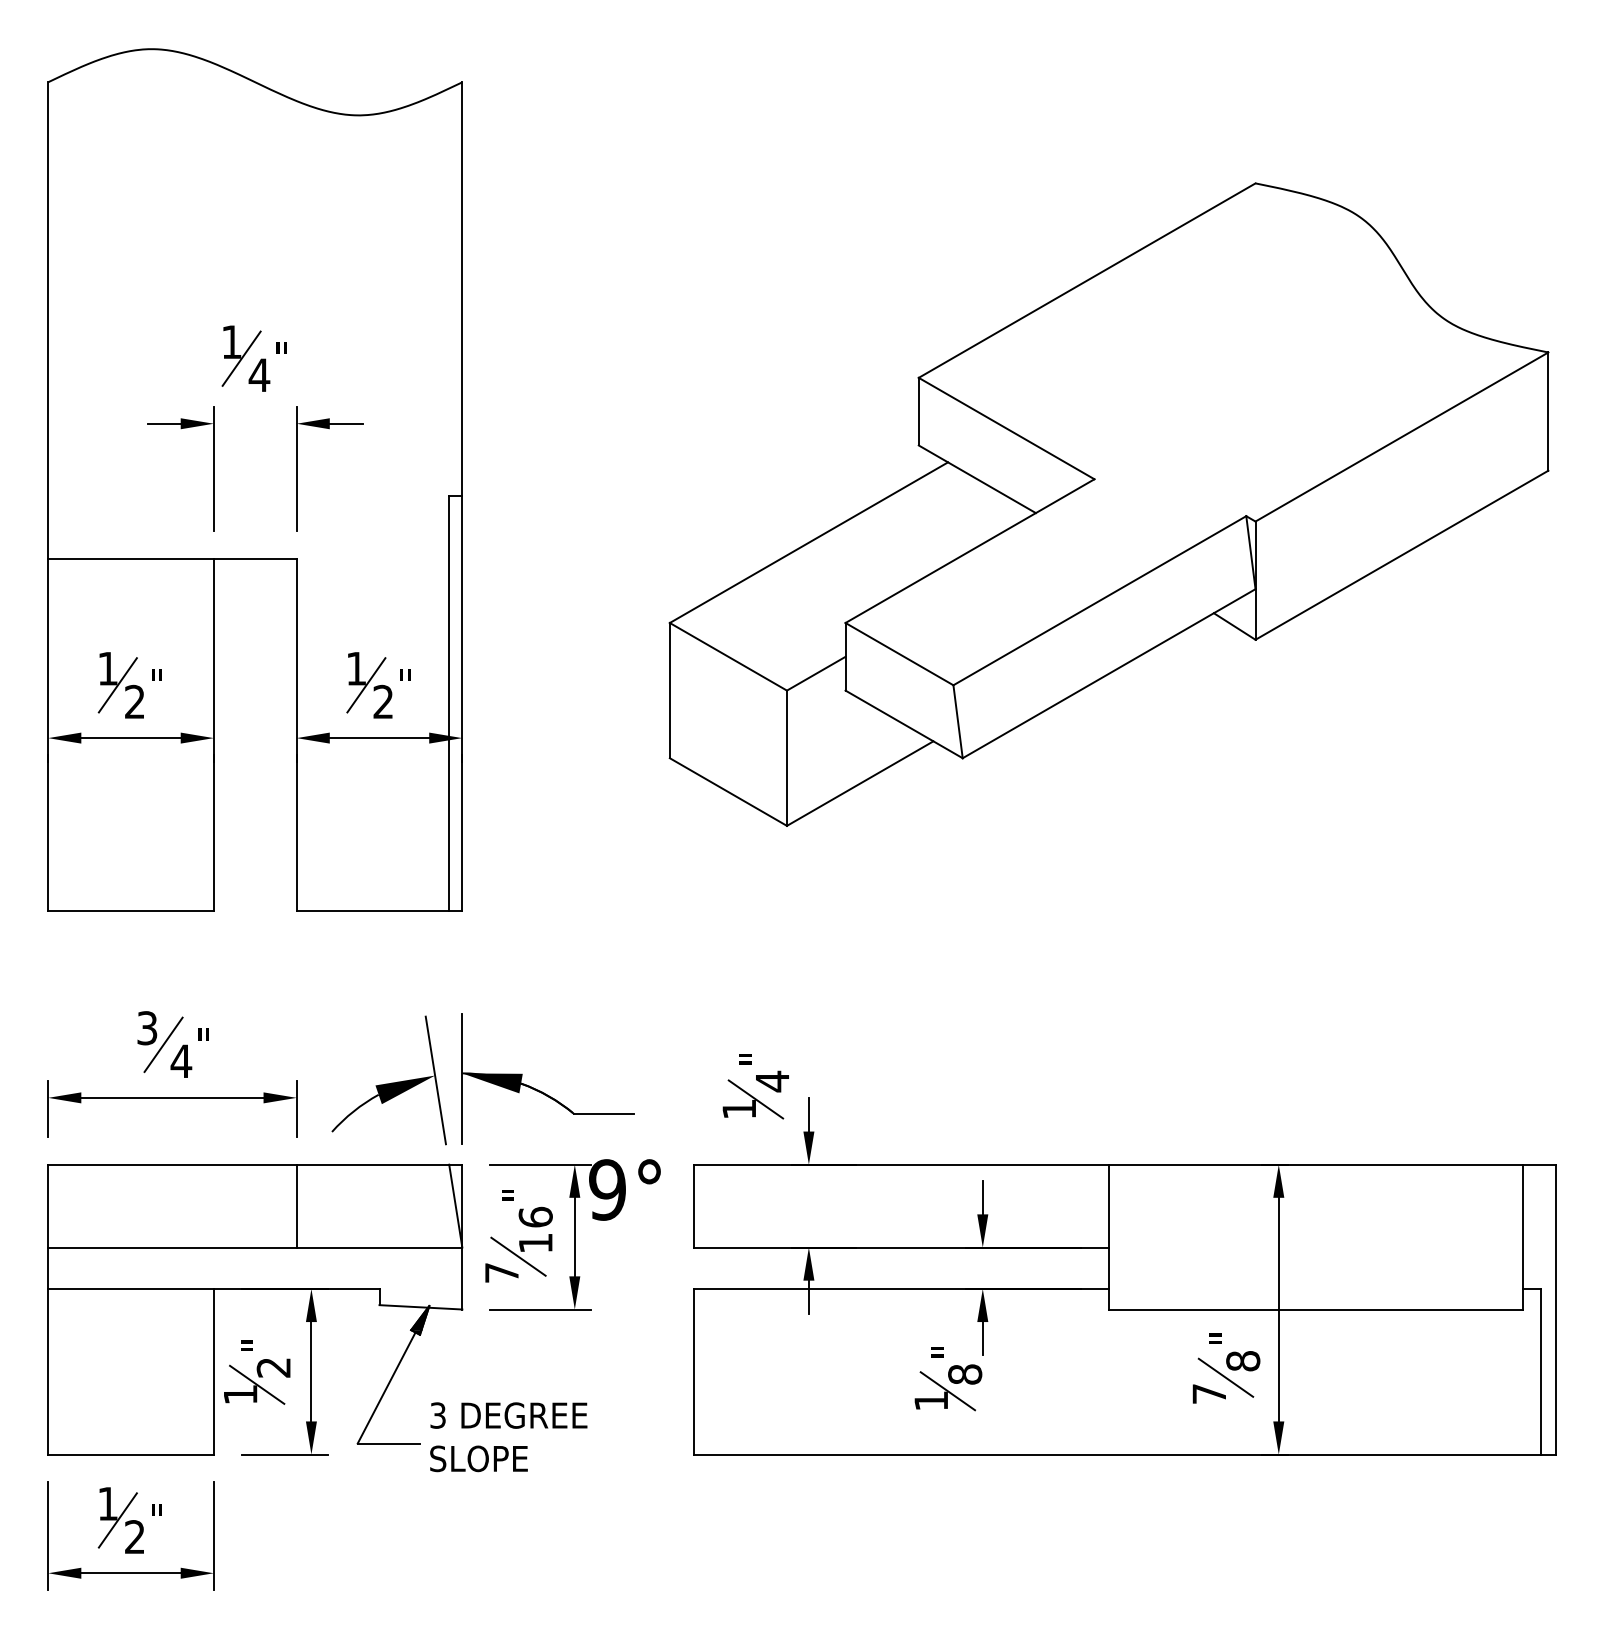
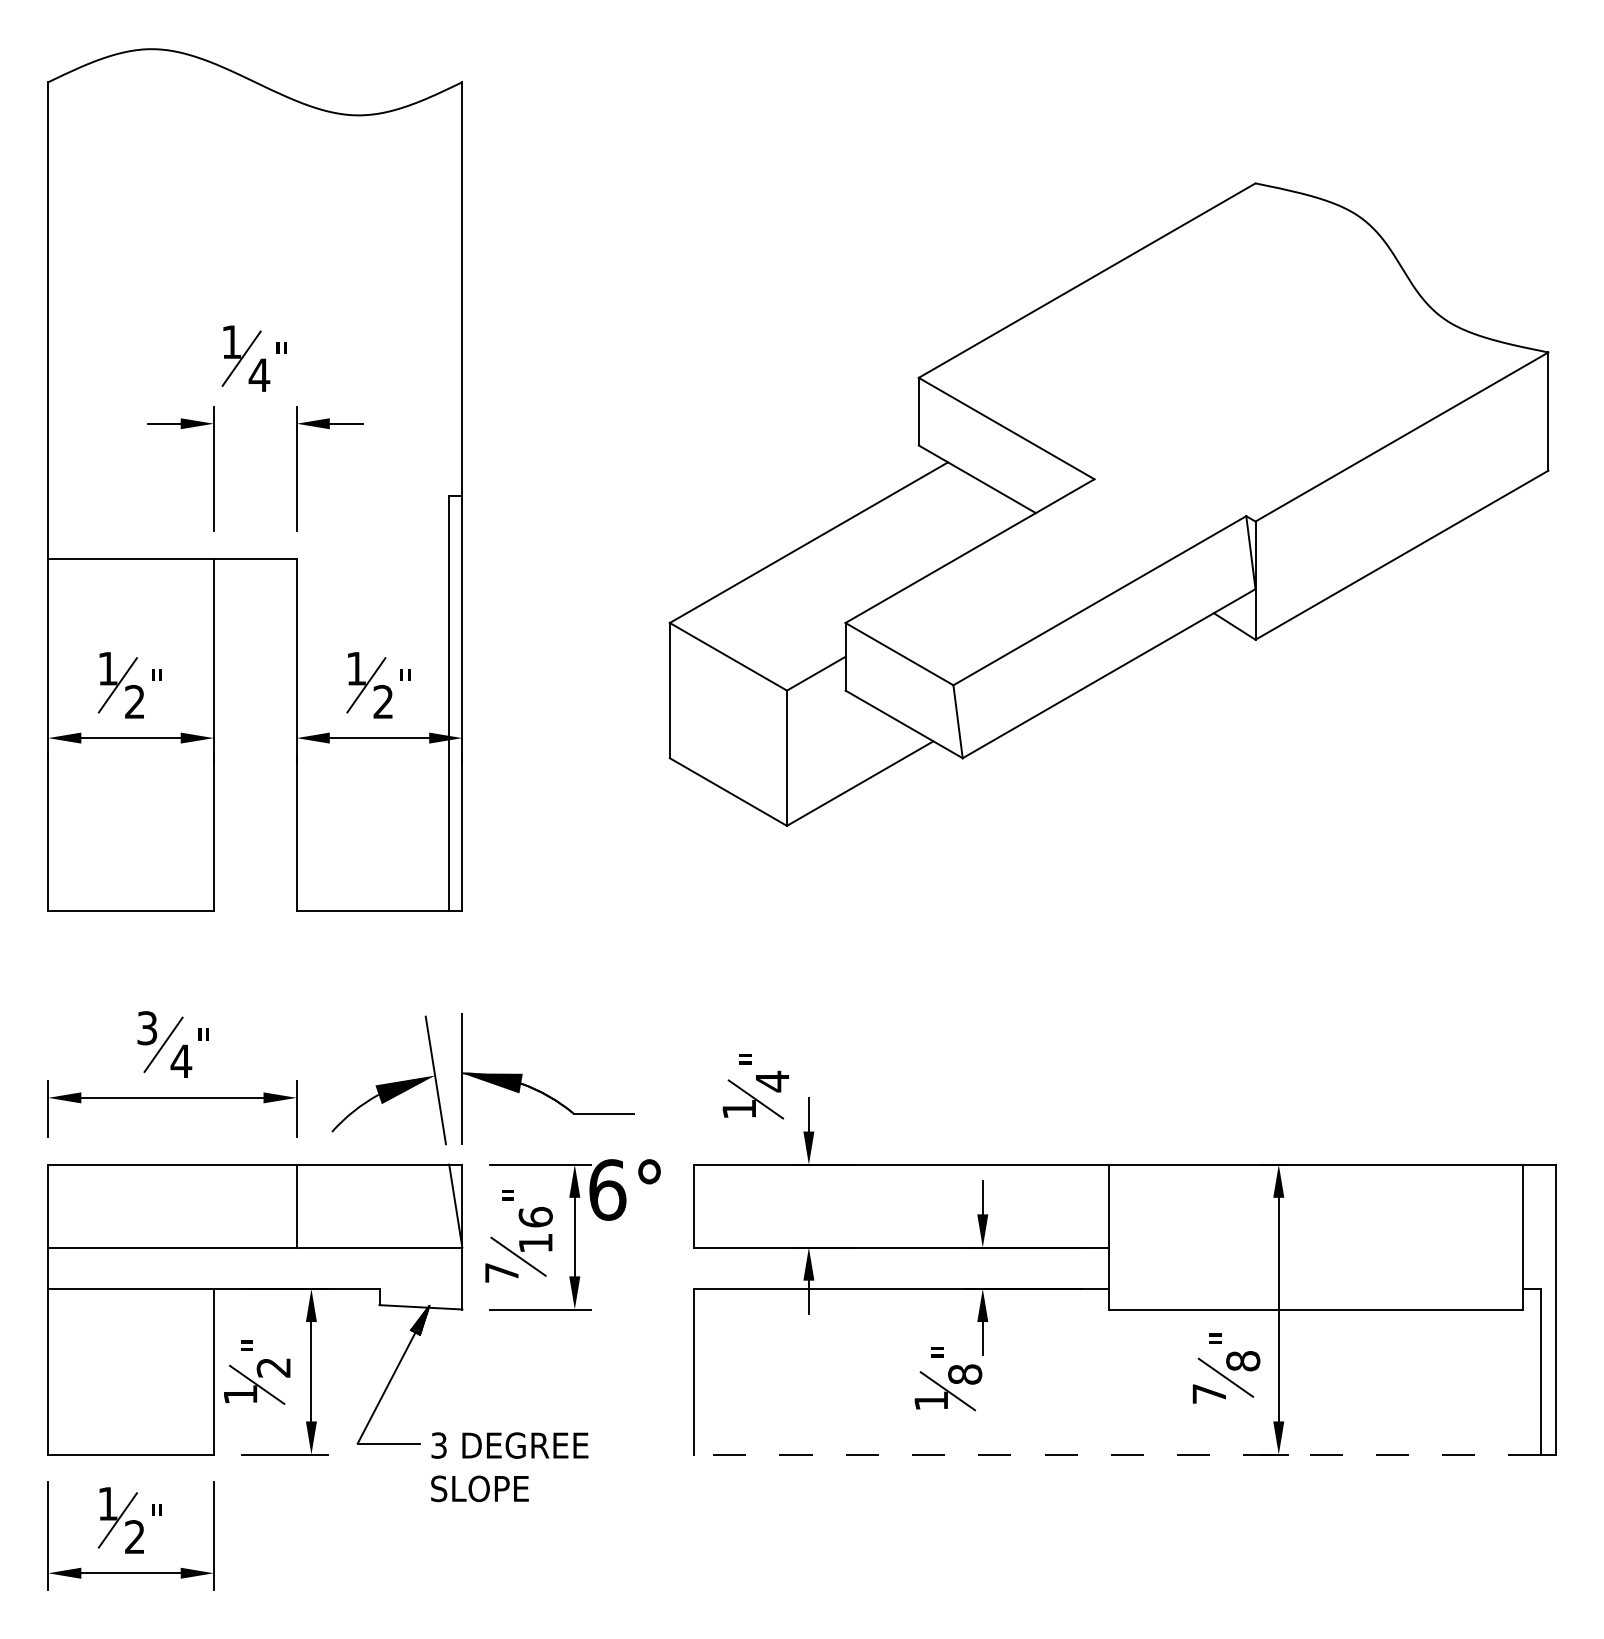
text at (607, 1189): 9° -> 6°
text at (508, 1437) position: (508, 1437) -> (509, 1467)
line at (1117, 1454): solid -> dashed
